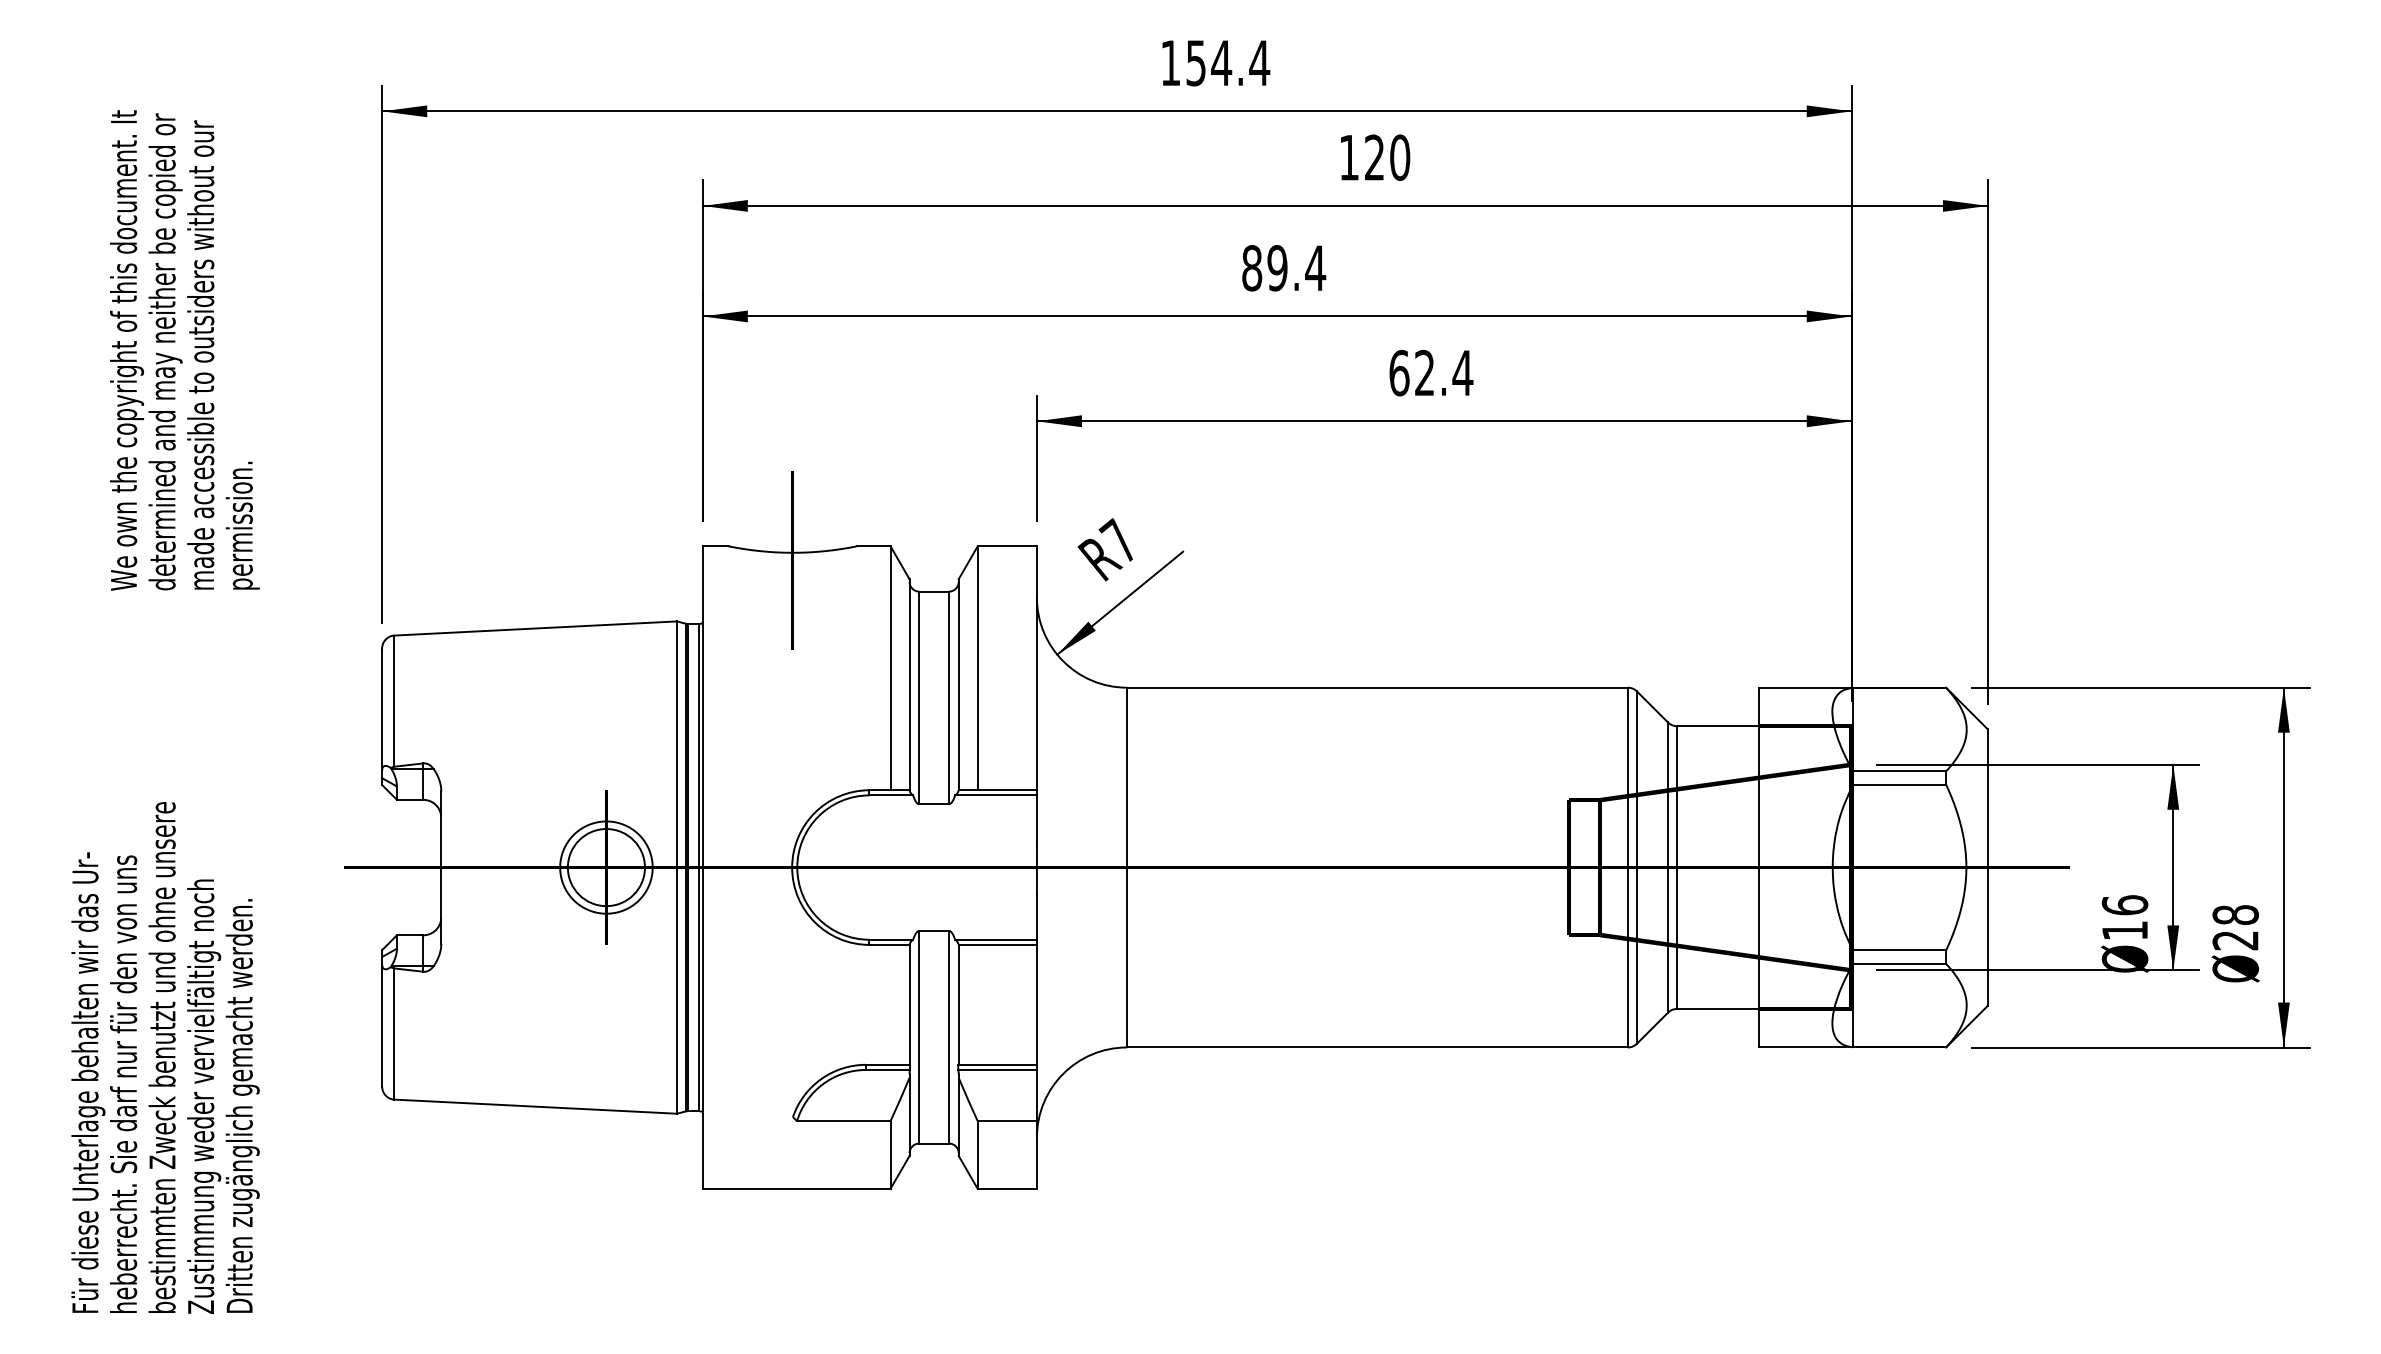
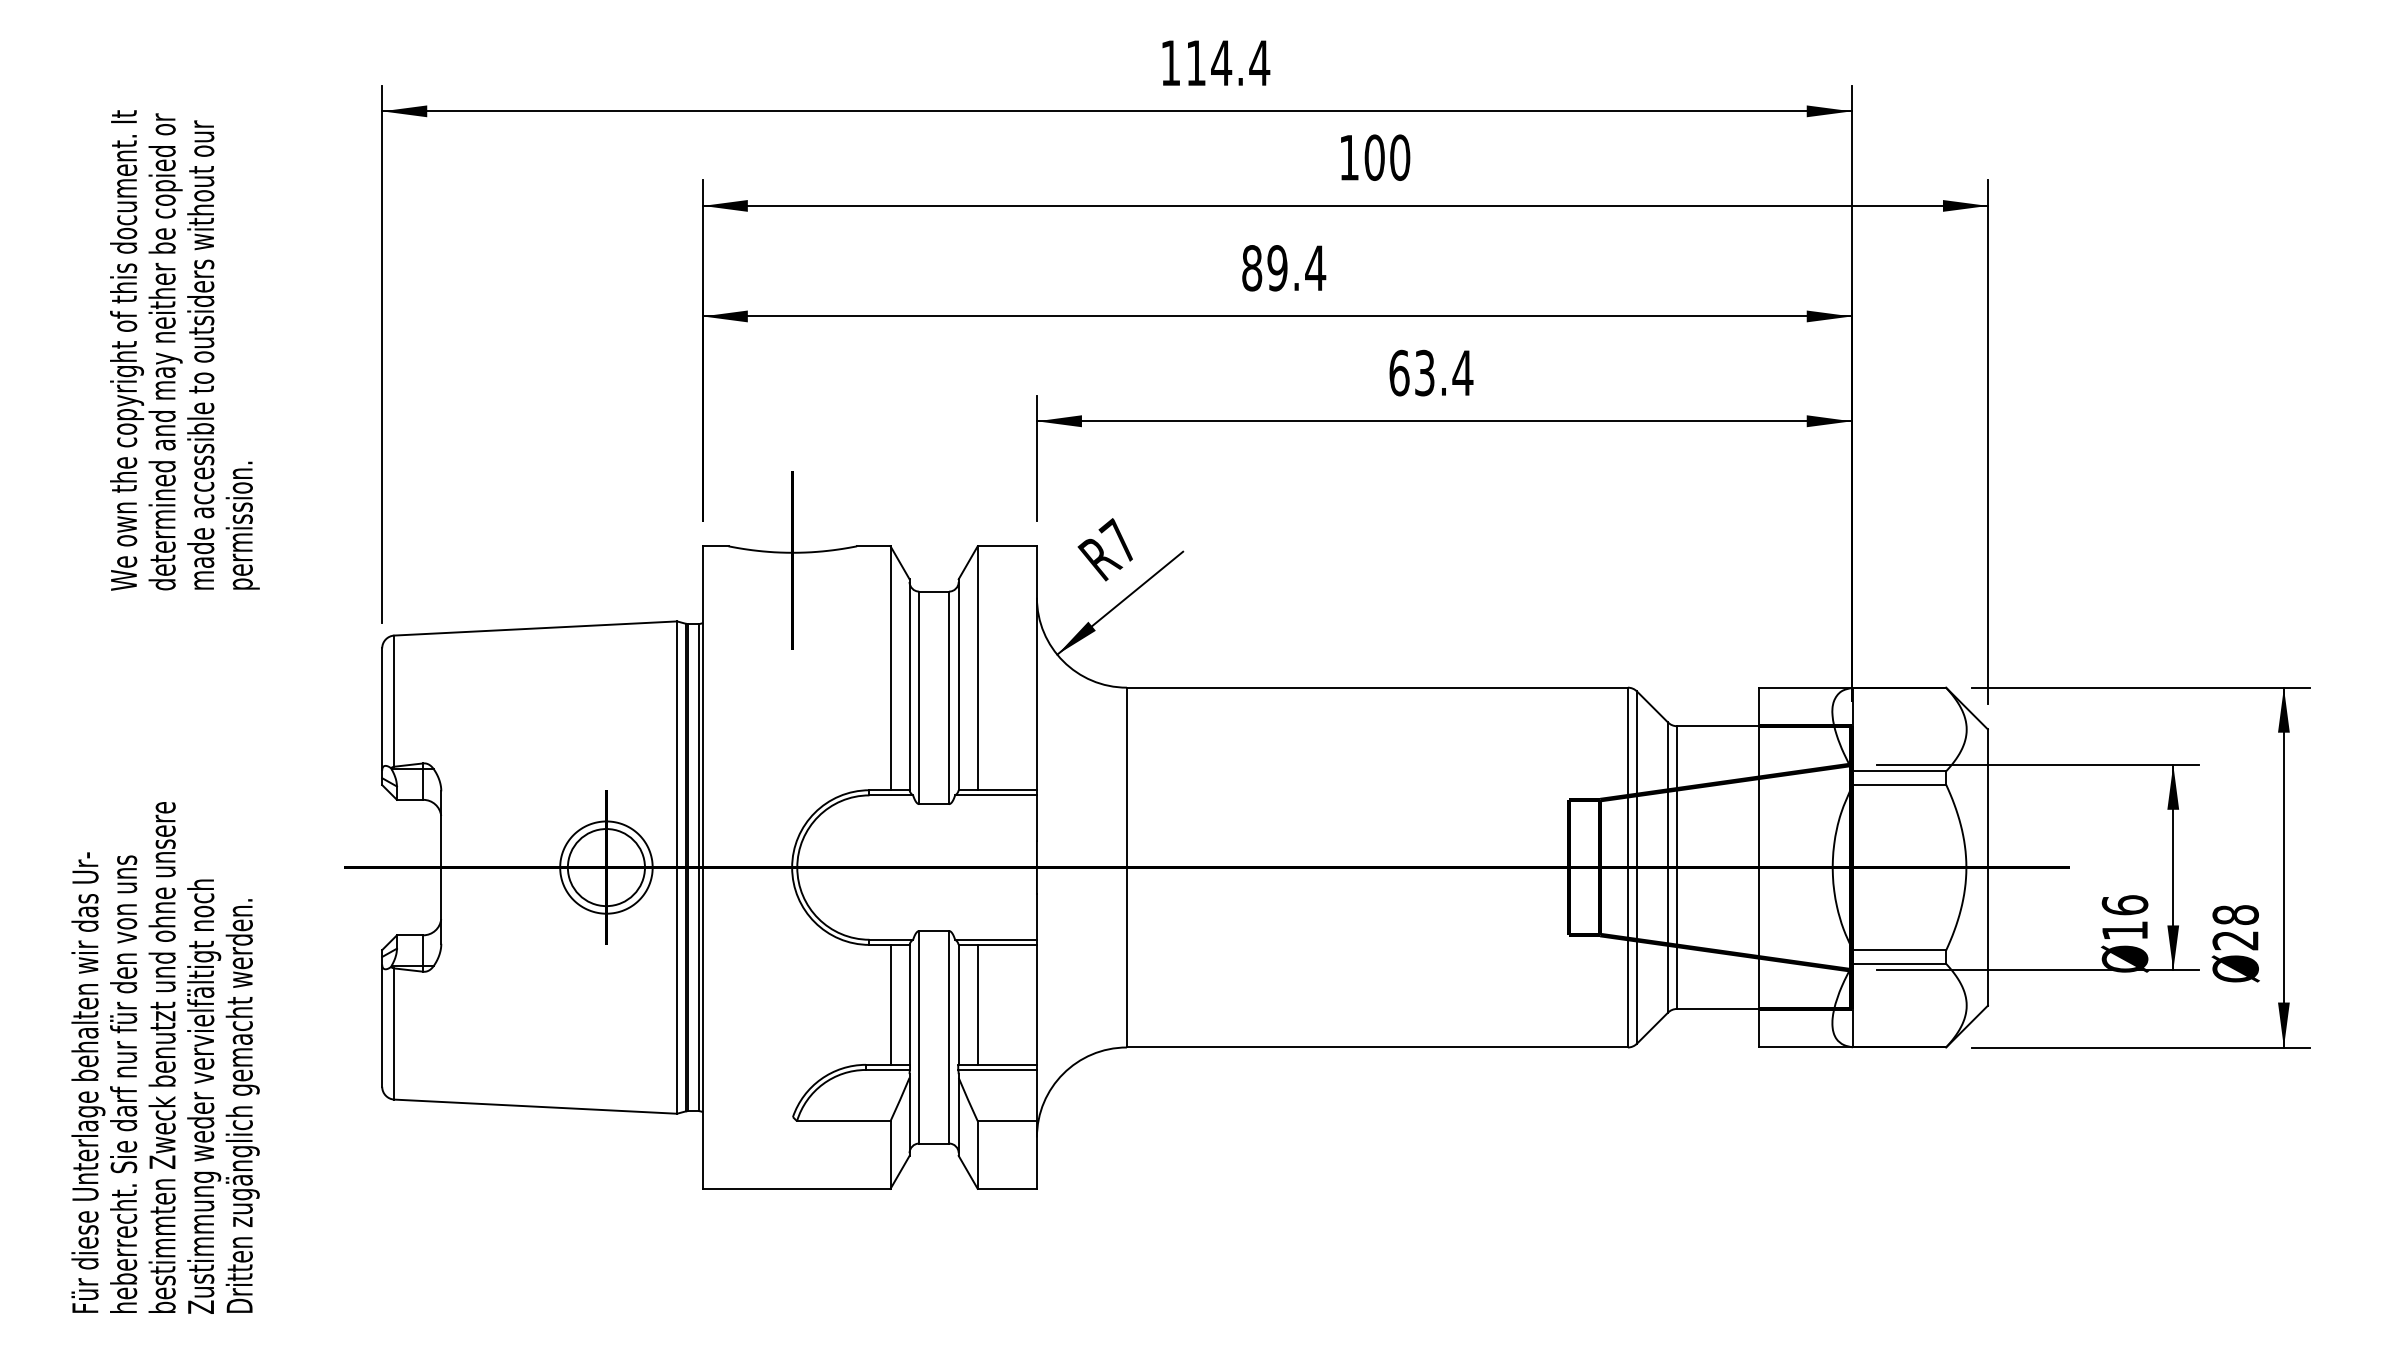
text at (1195, 63): 154.4 -> 114.4
text at (1374, 157): 120 -> 100
text at (1424, 373): 62.4 -> 63.4
line at (890, 1004): none -> present
line at (977, 1004): none -> present
